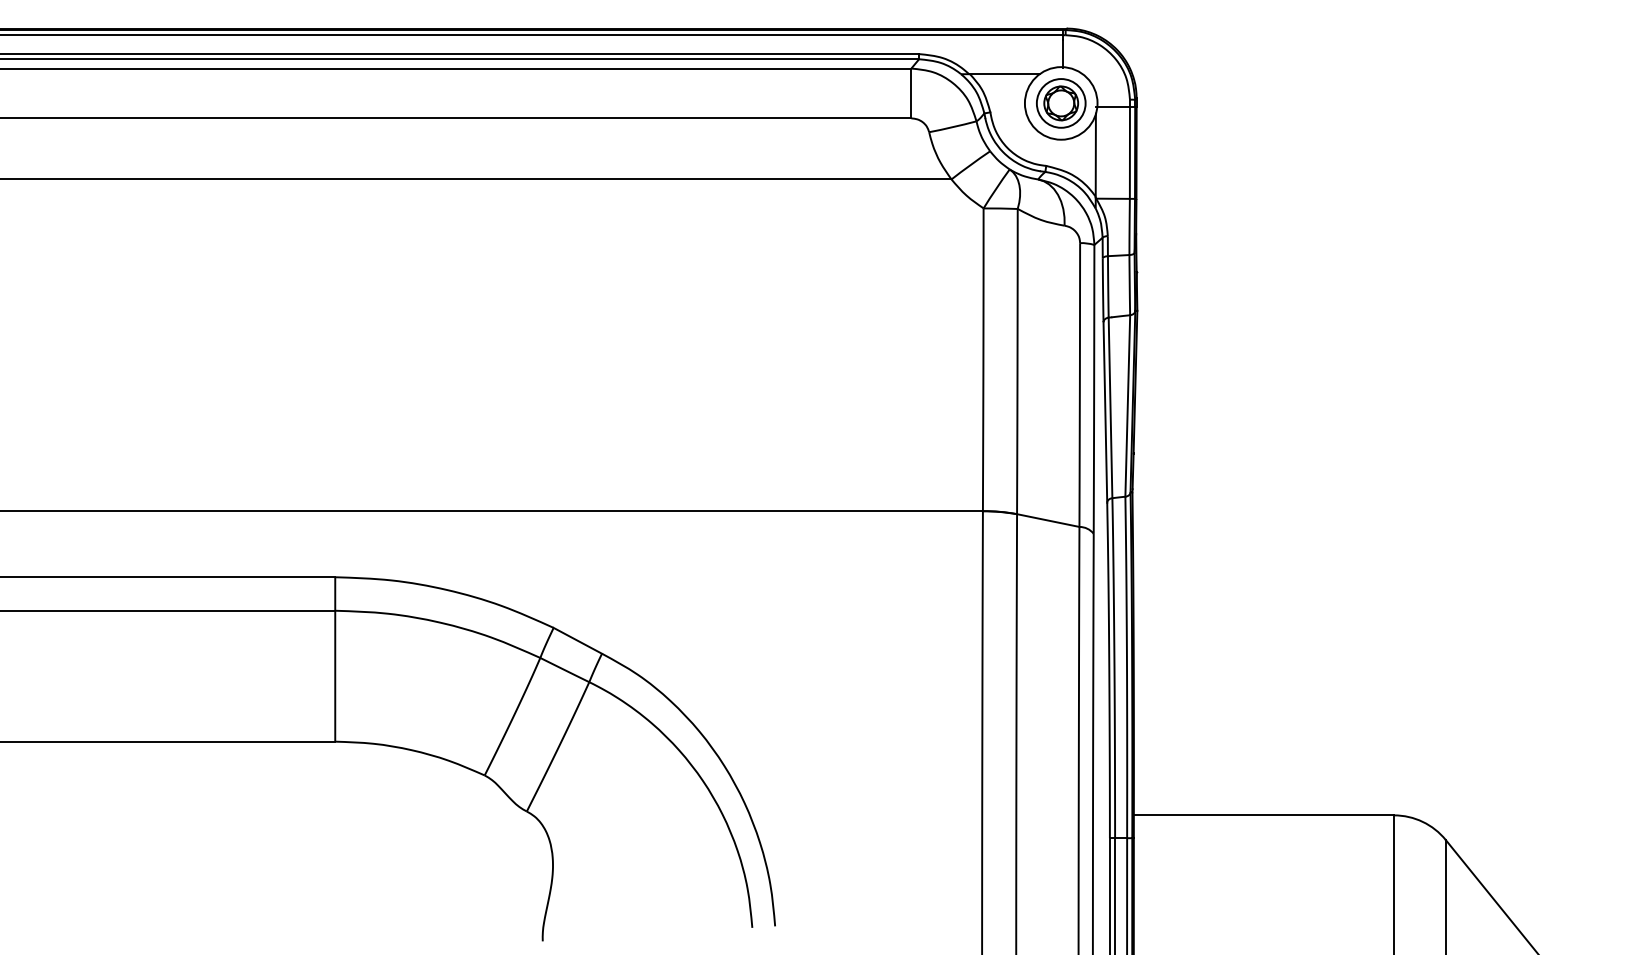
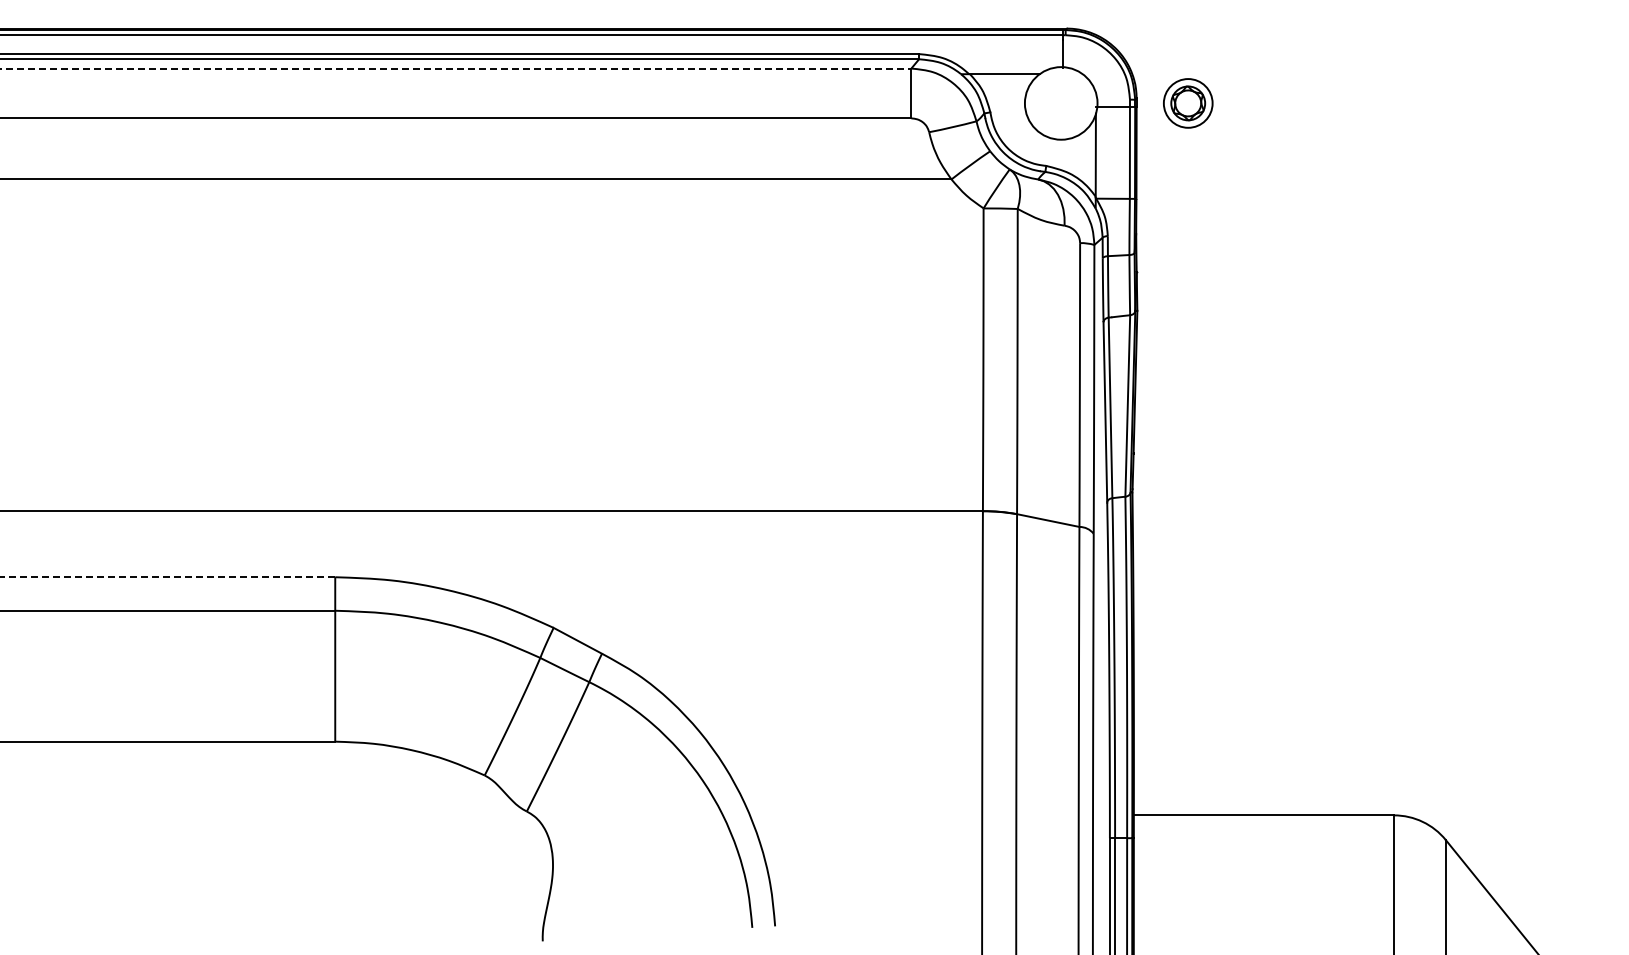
line at (456, 68): solid -> dashed
part at (1061, 103) position: (1061, 103) -> (1188, 103)
line at (167, 577): solid -> dashed
